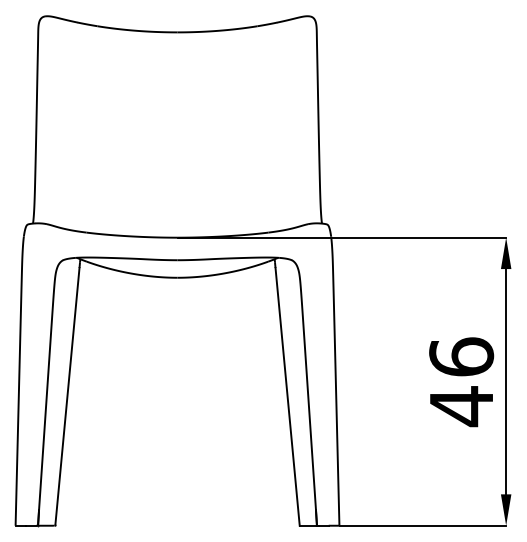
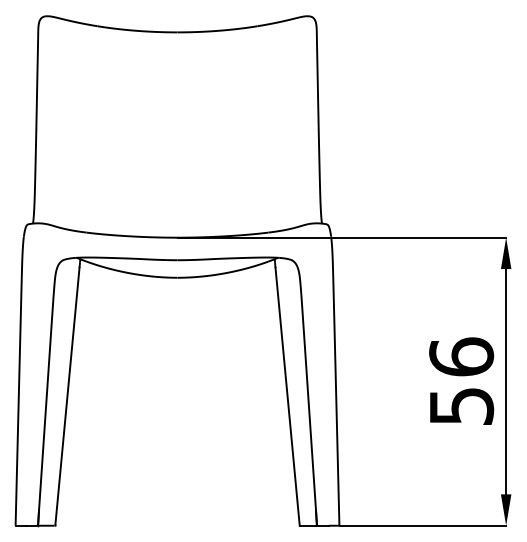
text at (462, 406): 46 -> 56
